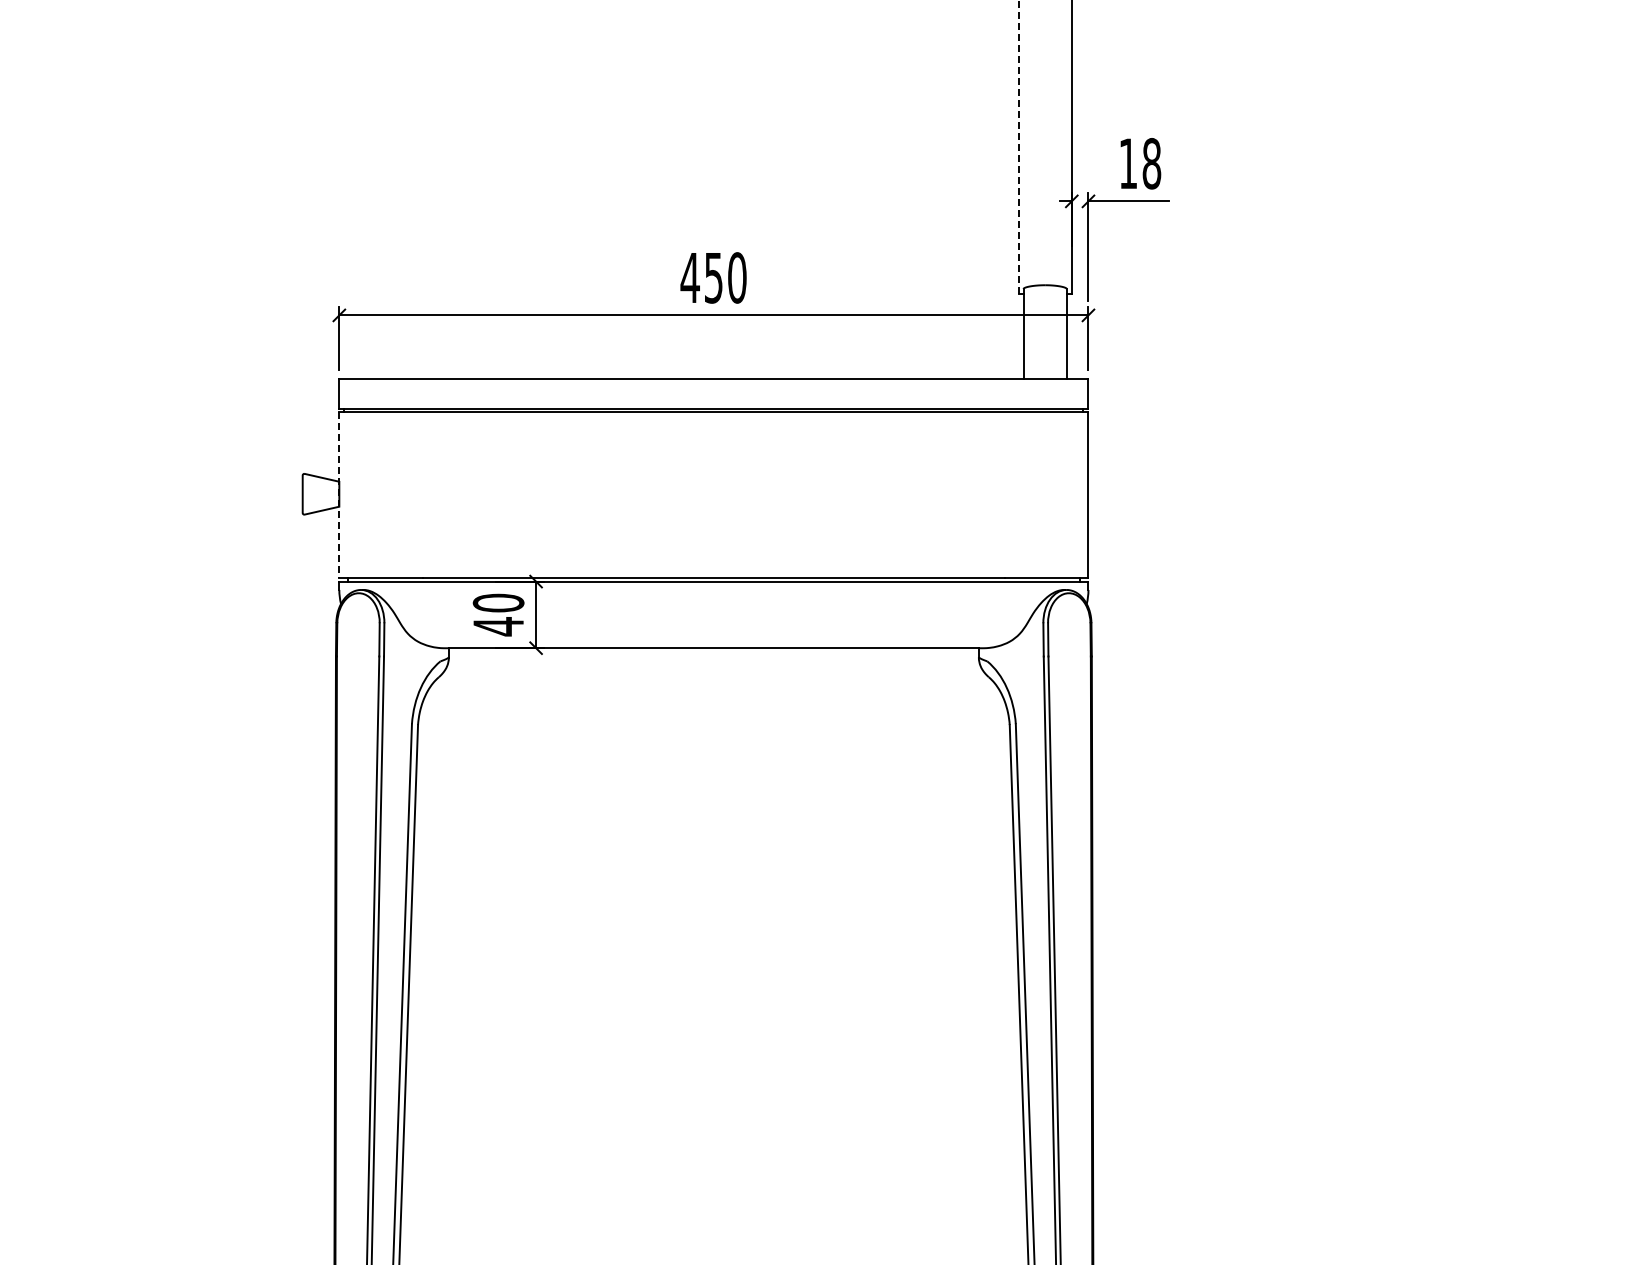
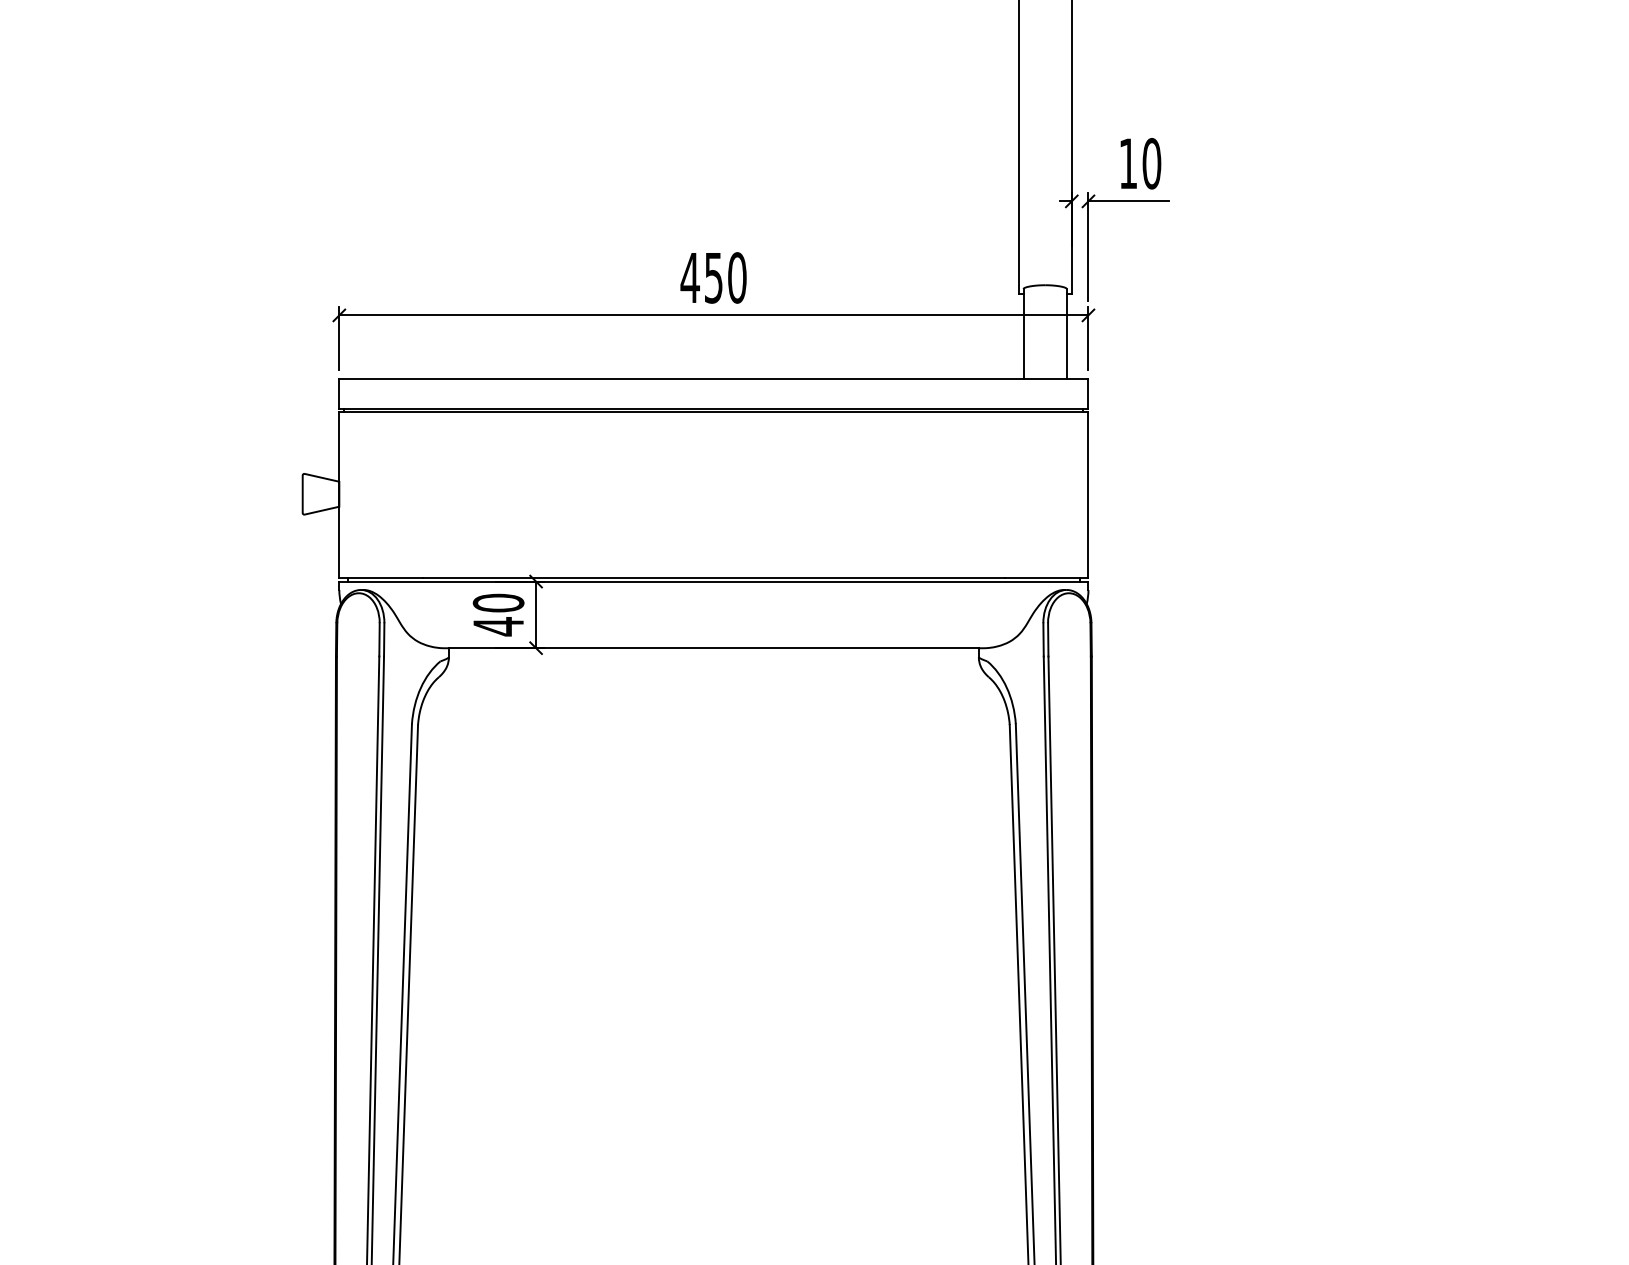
line at (1018, 146): dashed -> solid
text at (1151, 163): 18 -> 10
line at (339, 495): dashed -> solid
